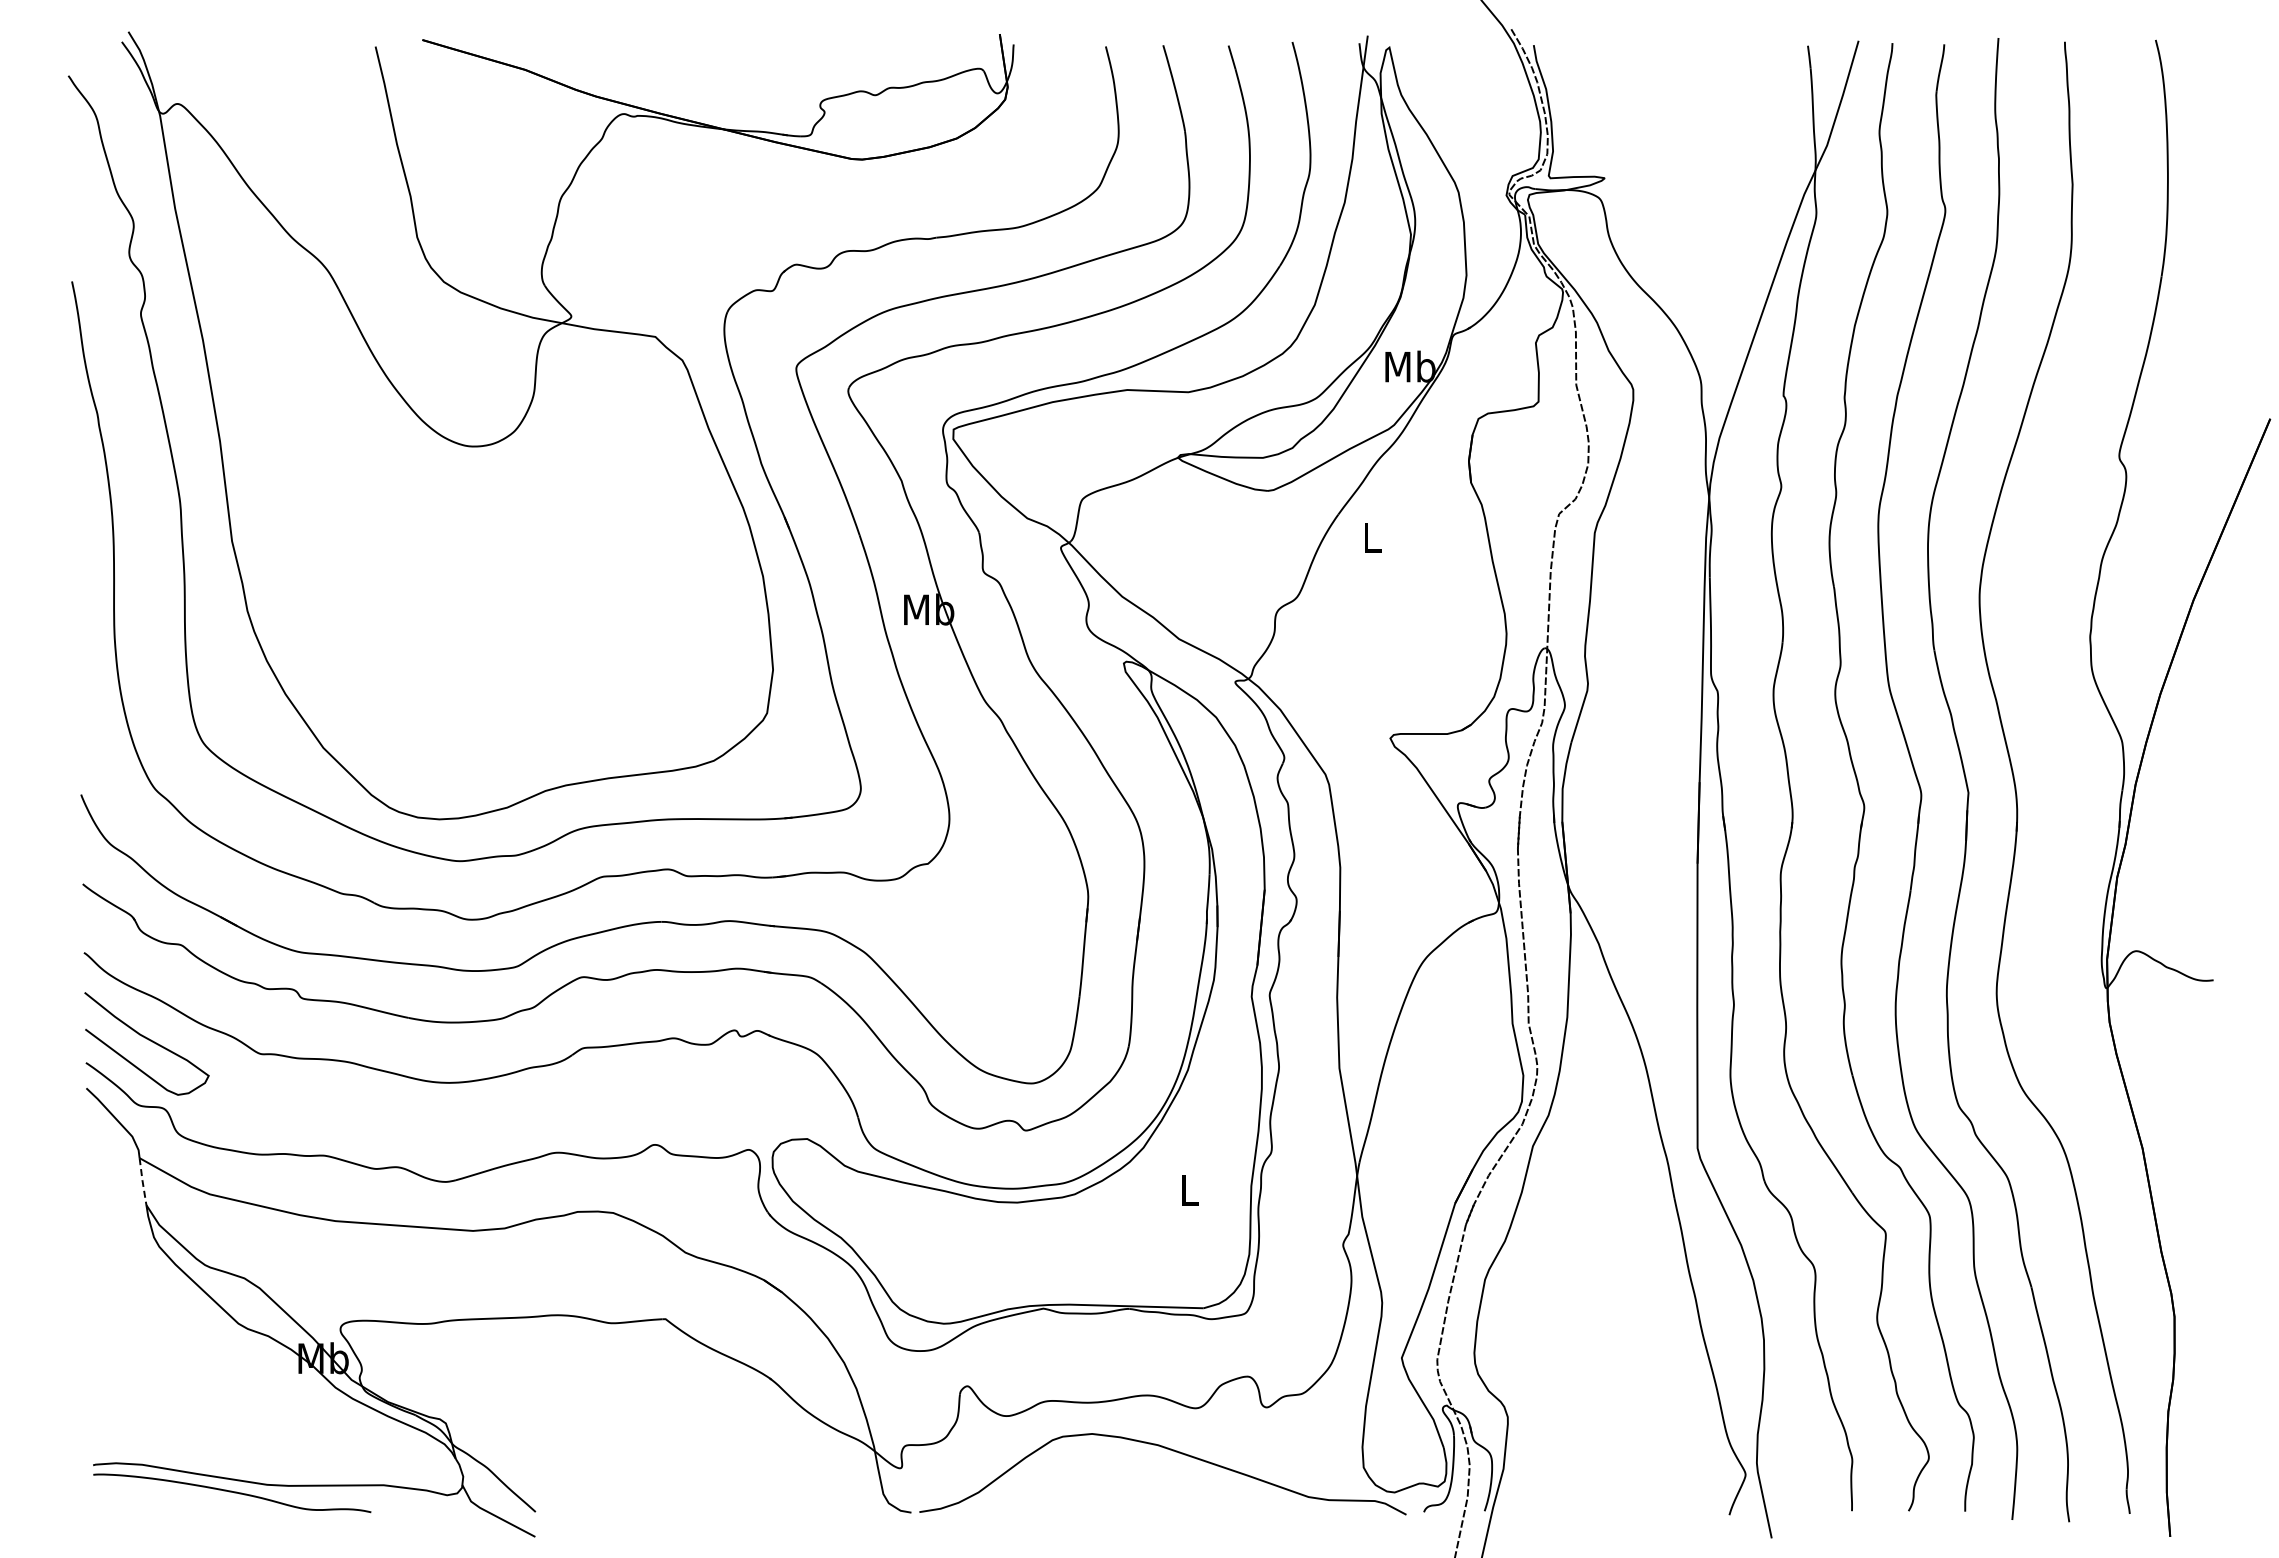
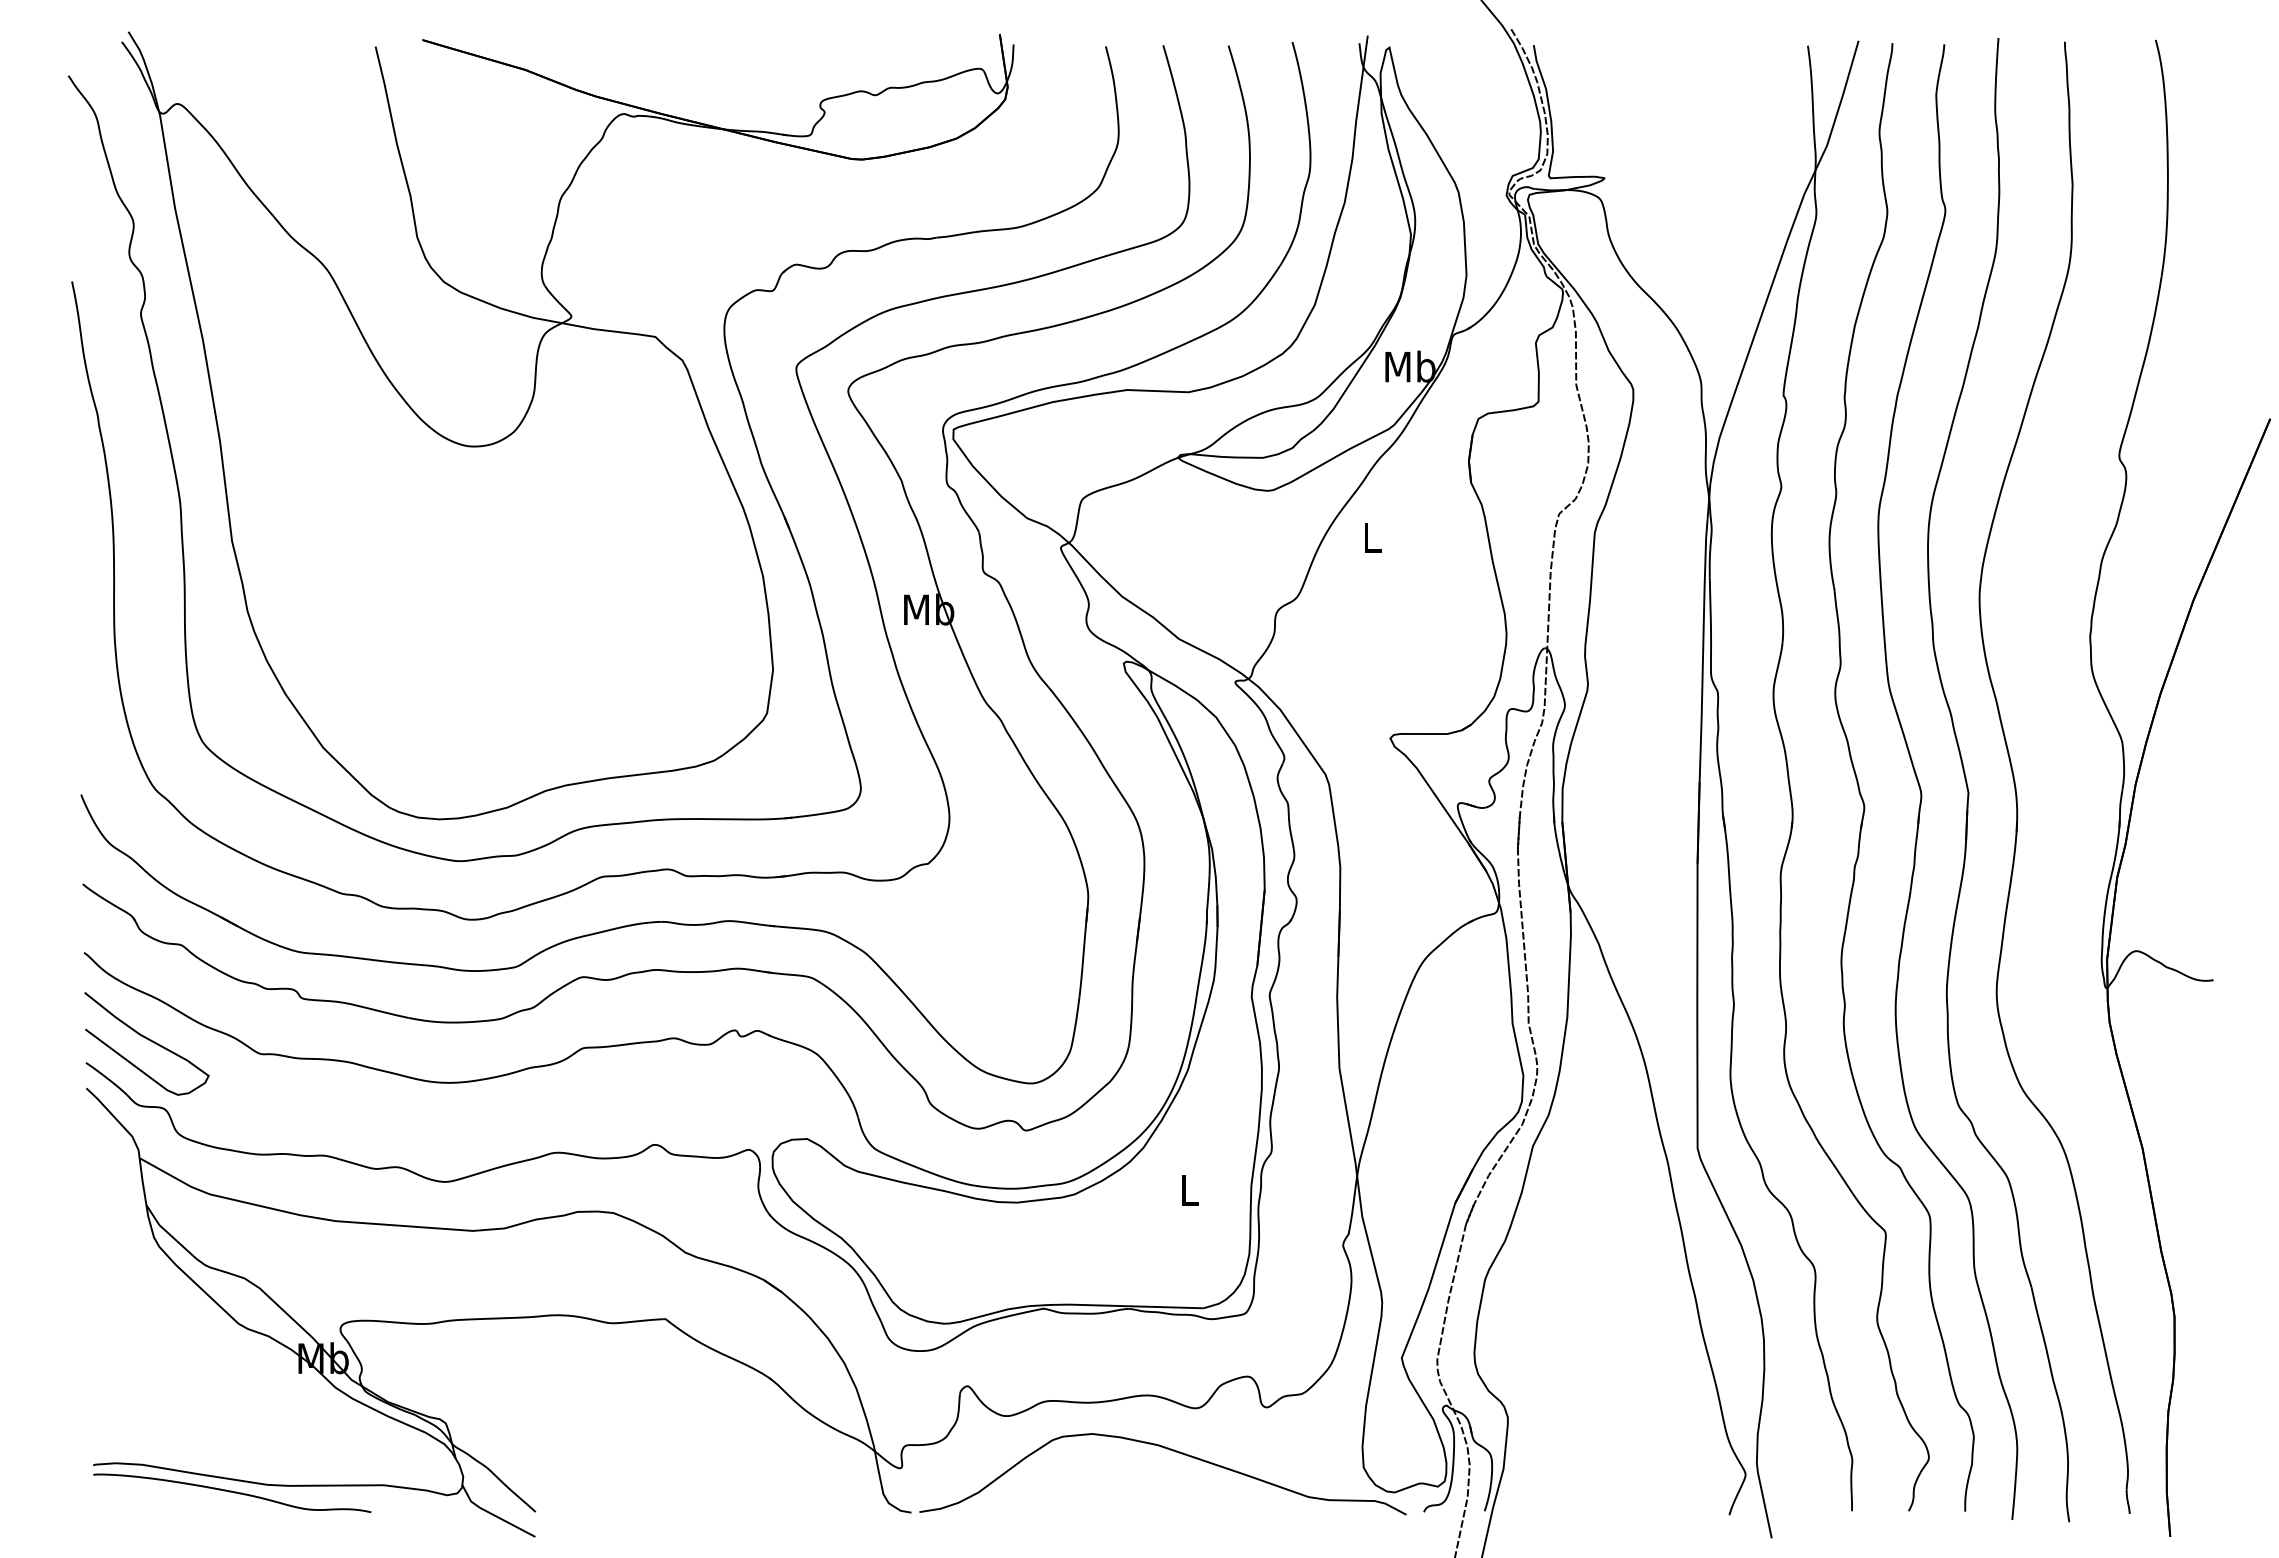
line at (142, 1181): dashed -> solid
